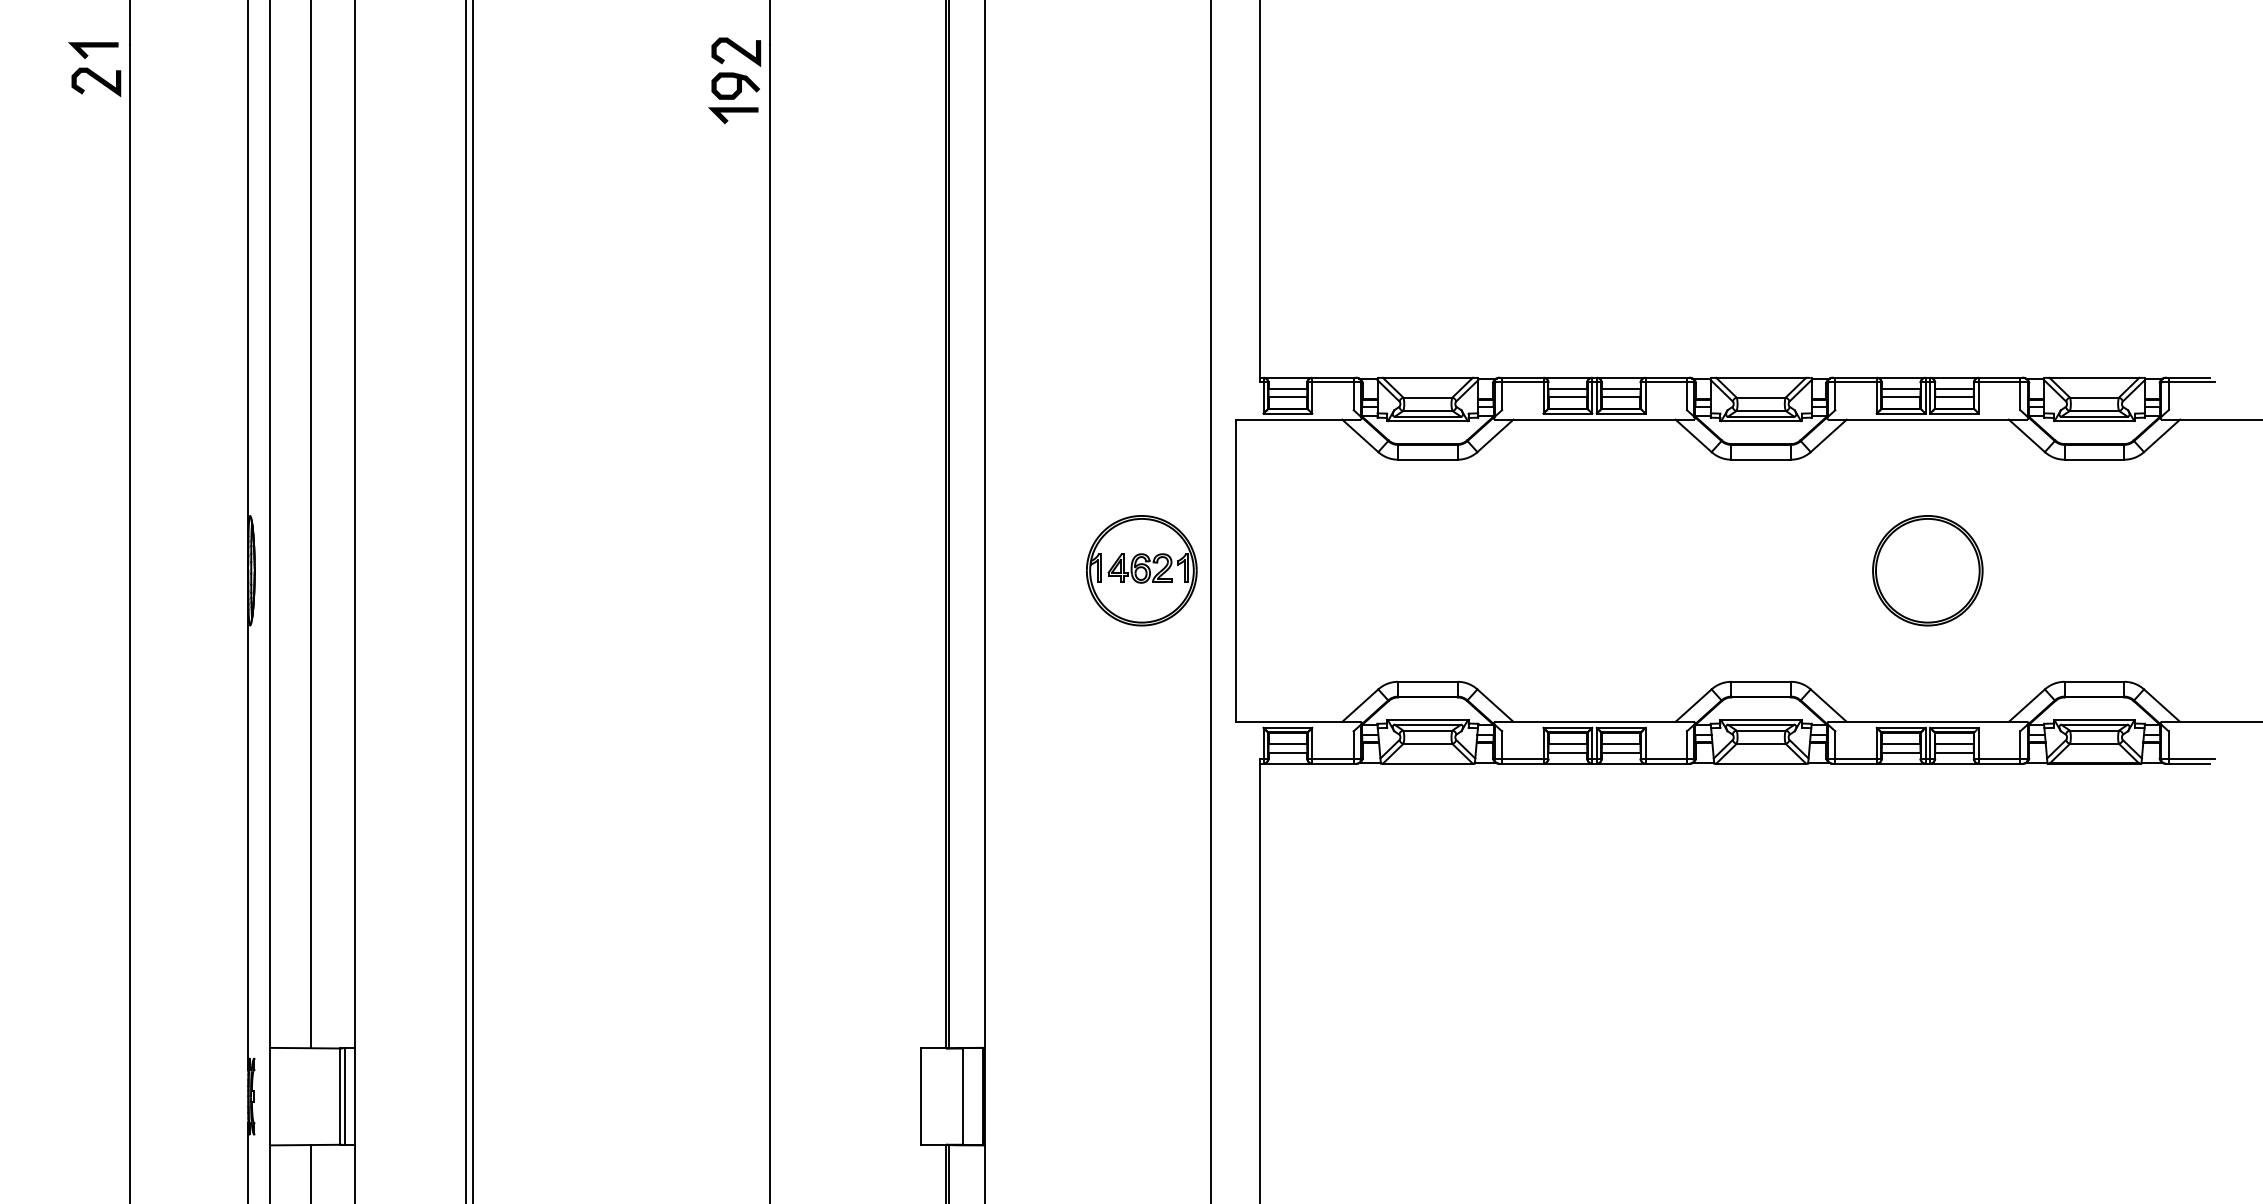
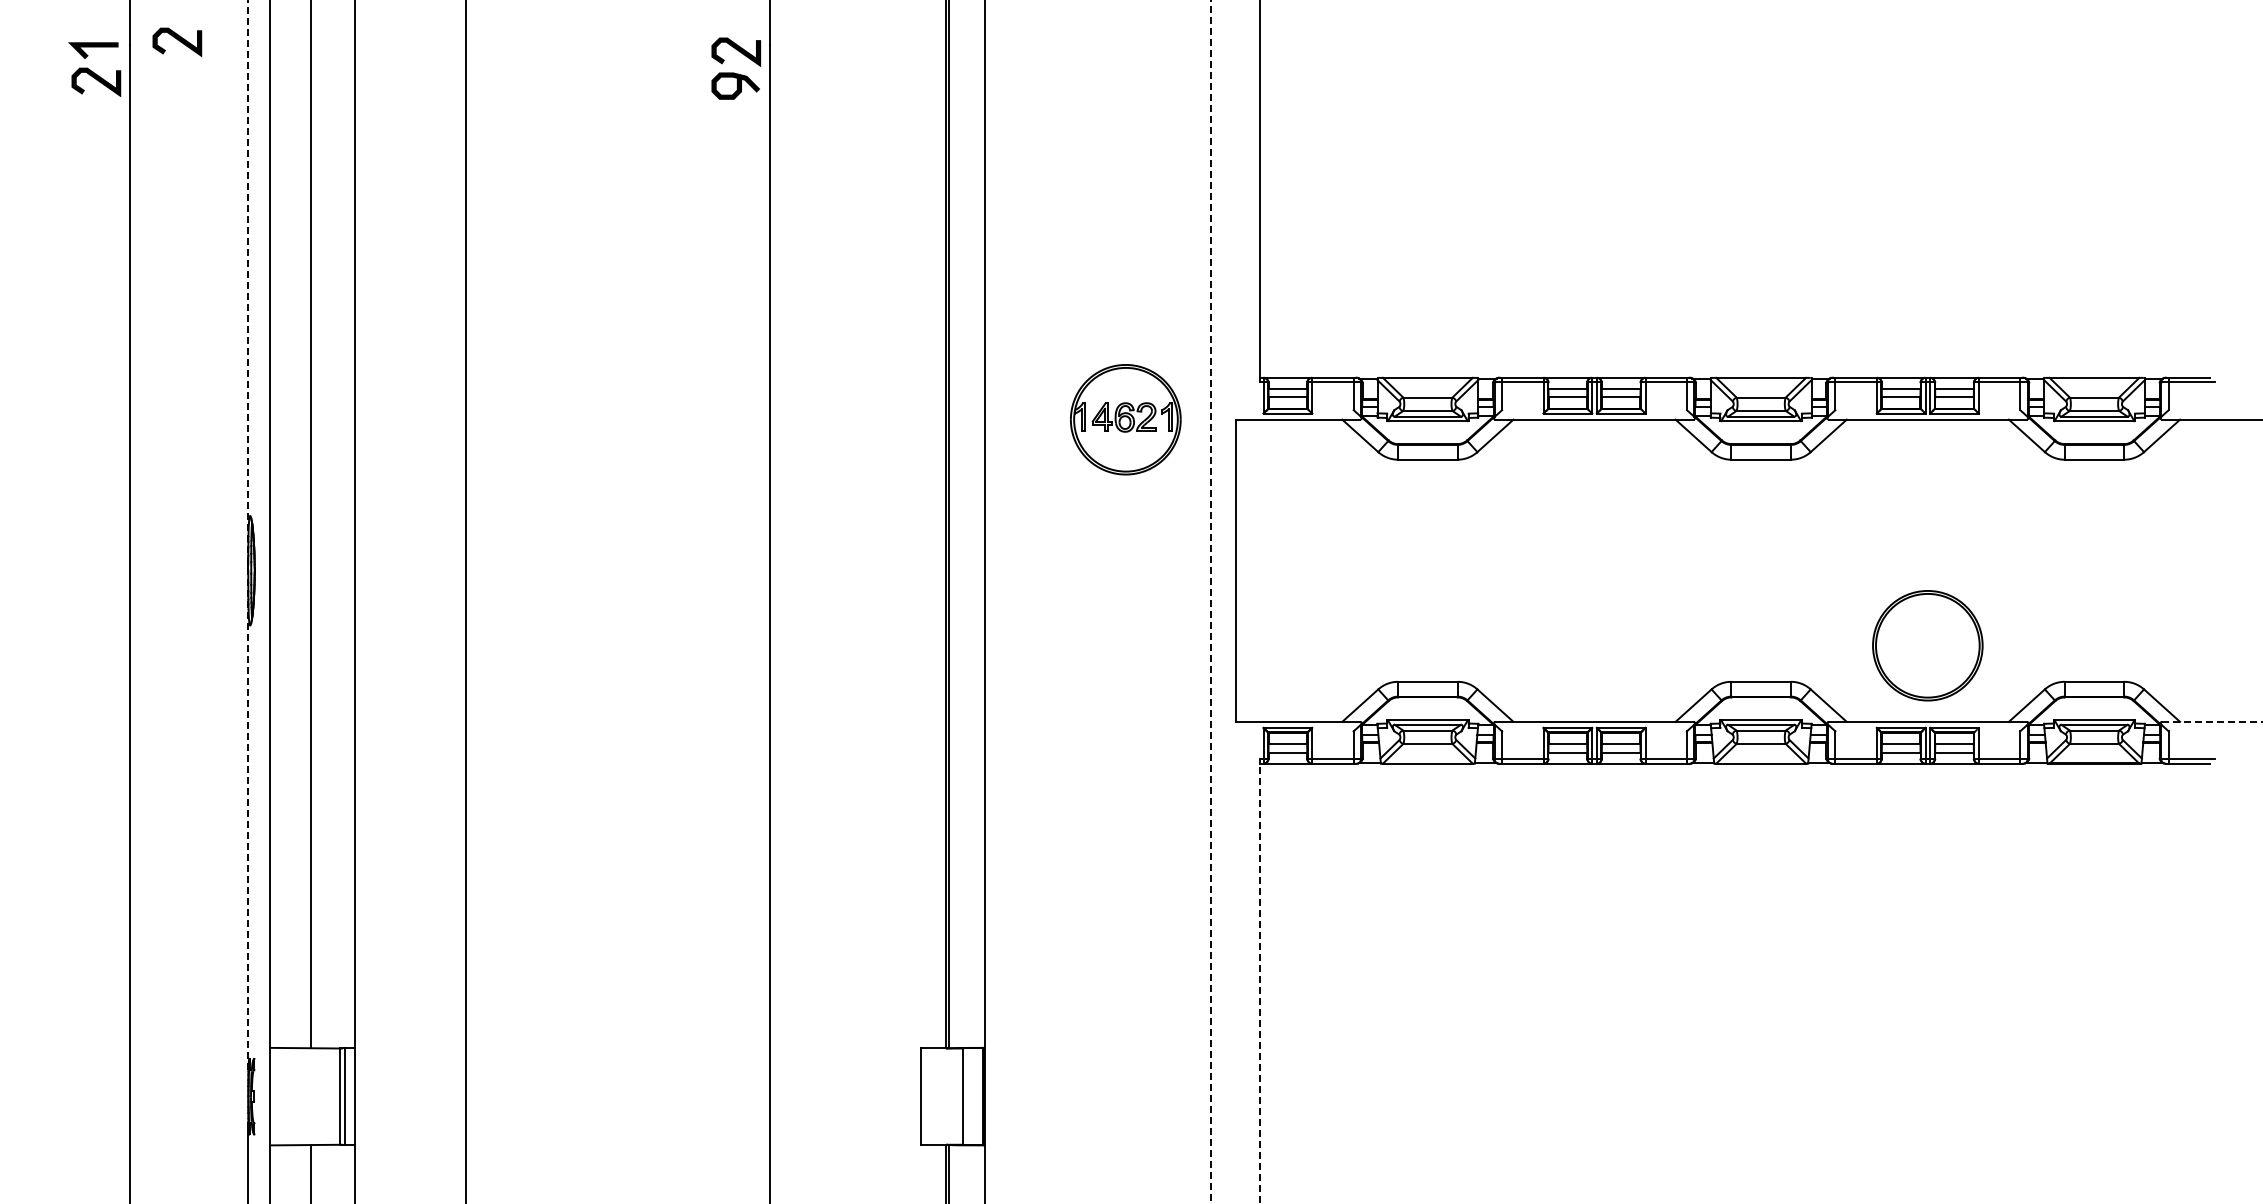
curve at (177, 40): none -> present
line at (733, 112): present -> none
line at (248, 535): solid -> dashed
part at (1141, 570) position: (1141, 570) -> (1125, 419)
part at (1927, 570) position: (1927, 570) -> (1927, 645)
line at (473, 601): present -> none
line at (1210, 601): solid -> dashed
line at (2212, 721): solid -> dashed
line at (1260, 981): solid -> dashed
